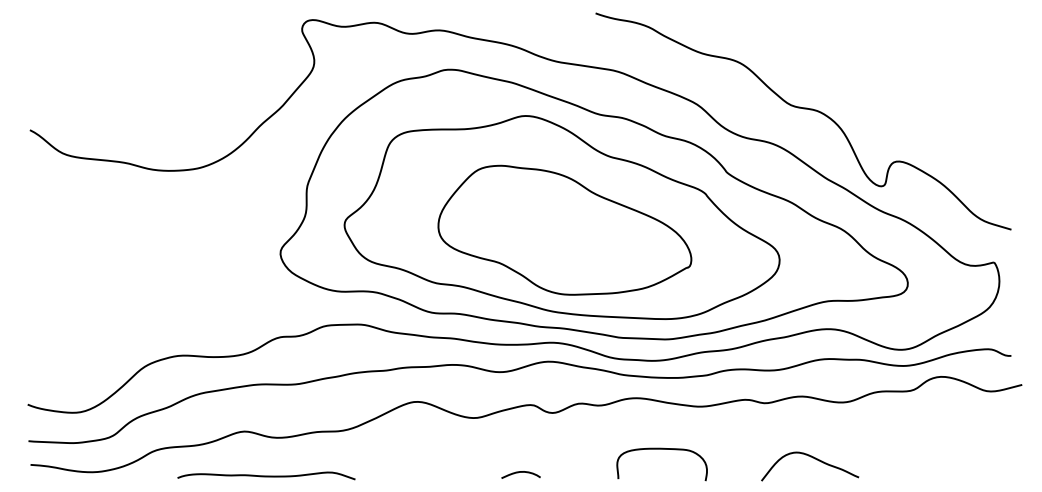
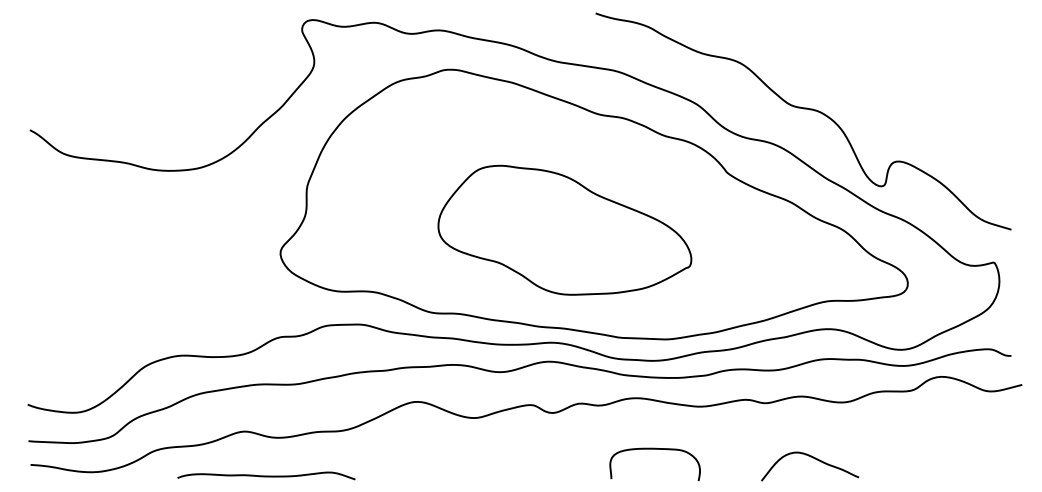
part at (561, 217): present -> none
curve at (661, 449) position: (661, 449) -> (654, 449)
curve at (520, 472): present -> none
